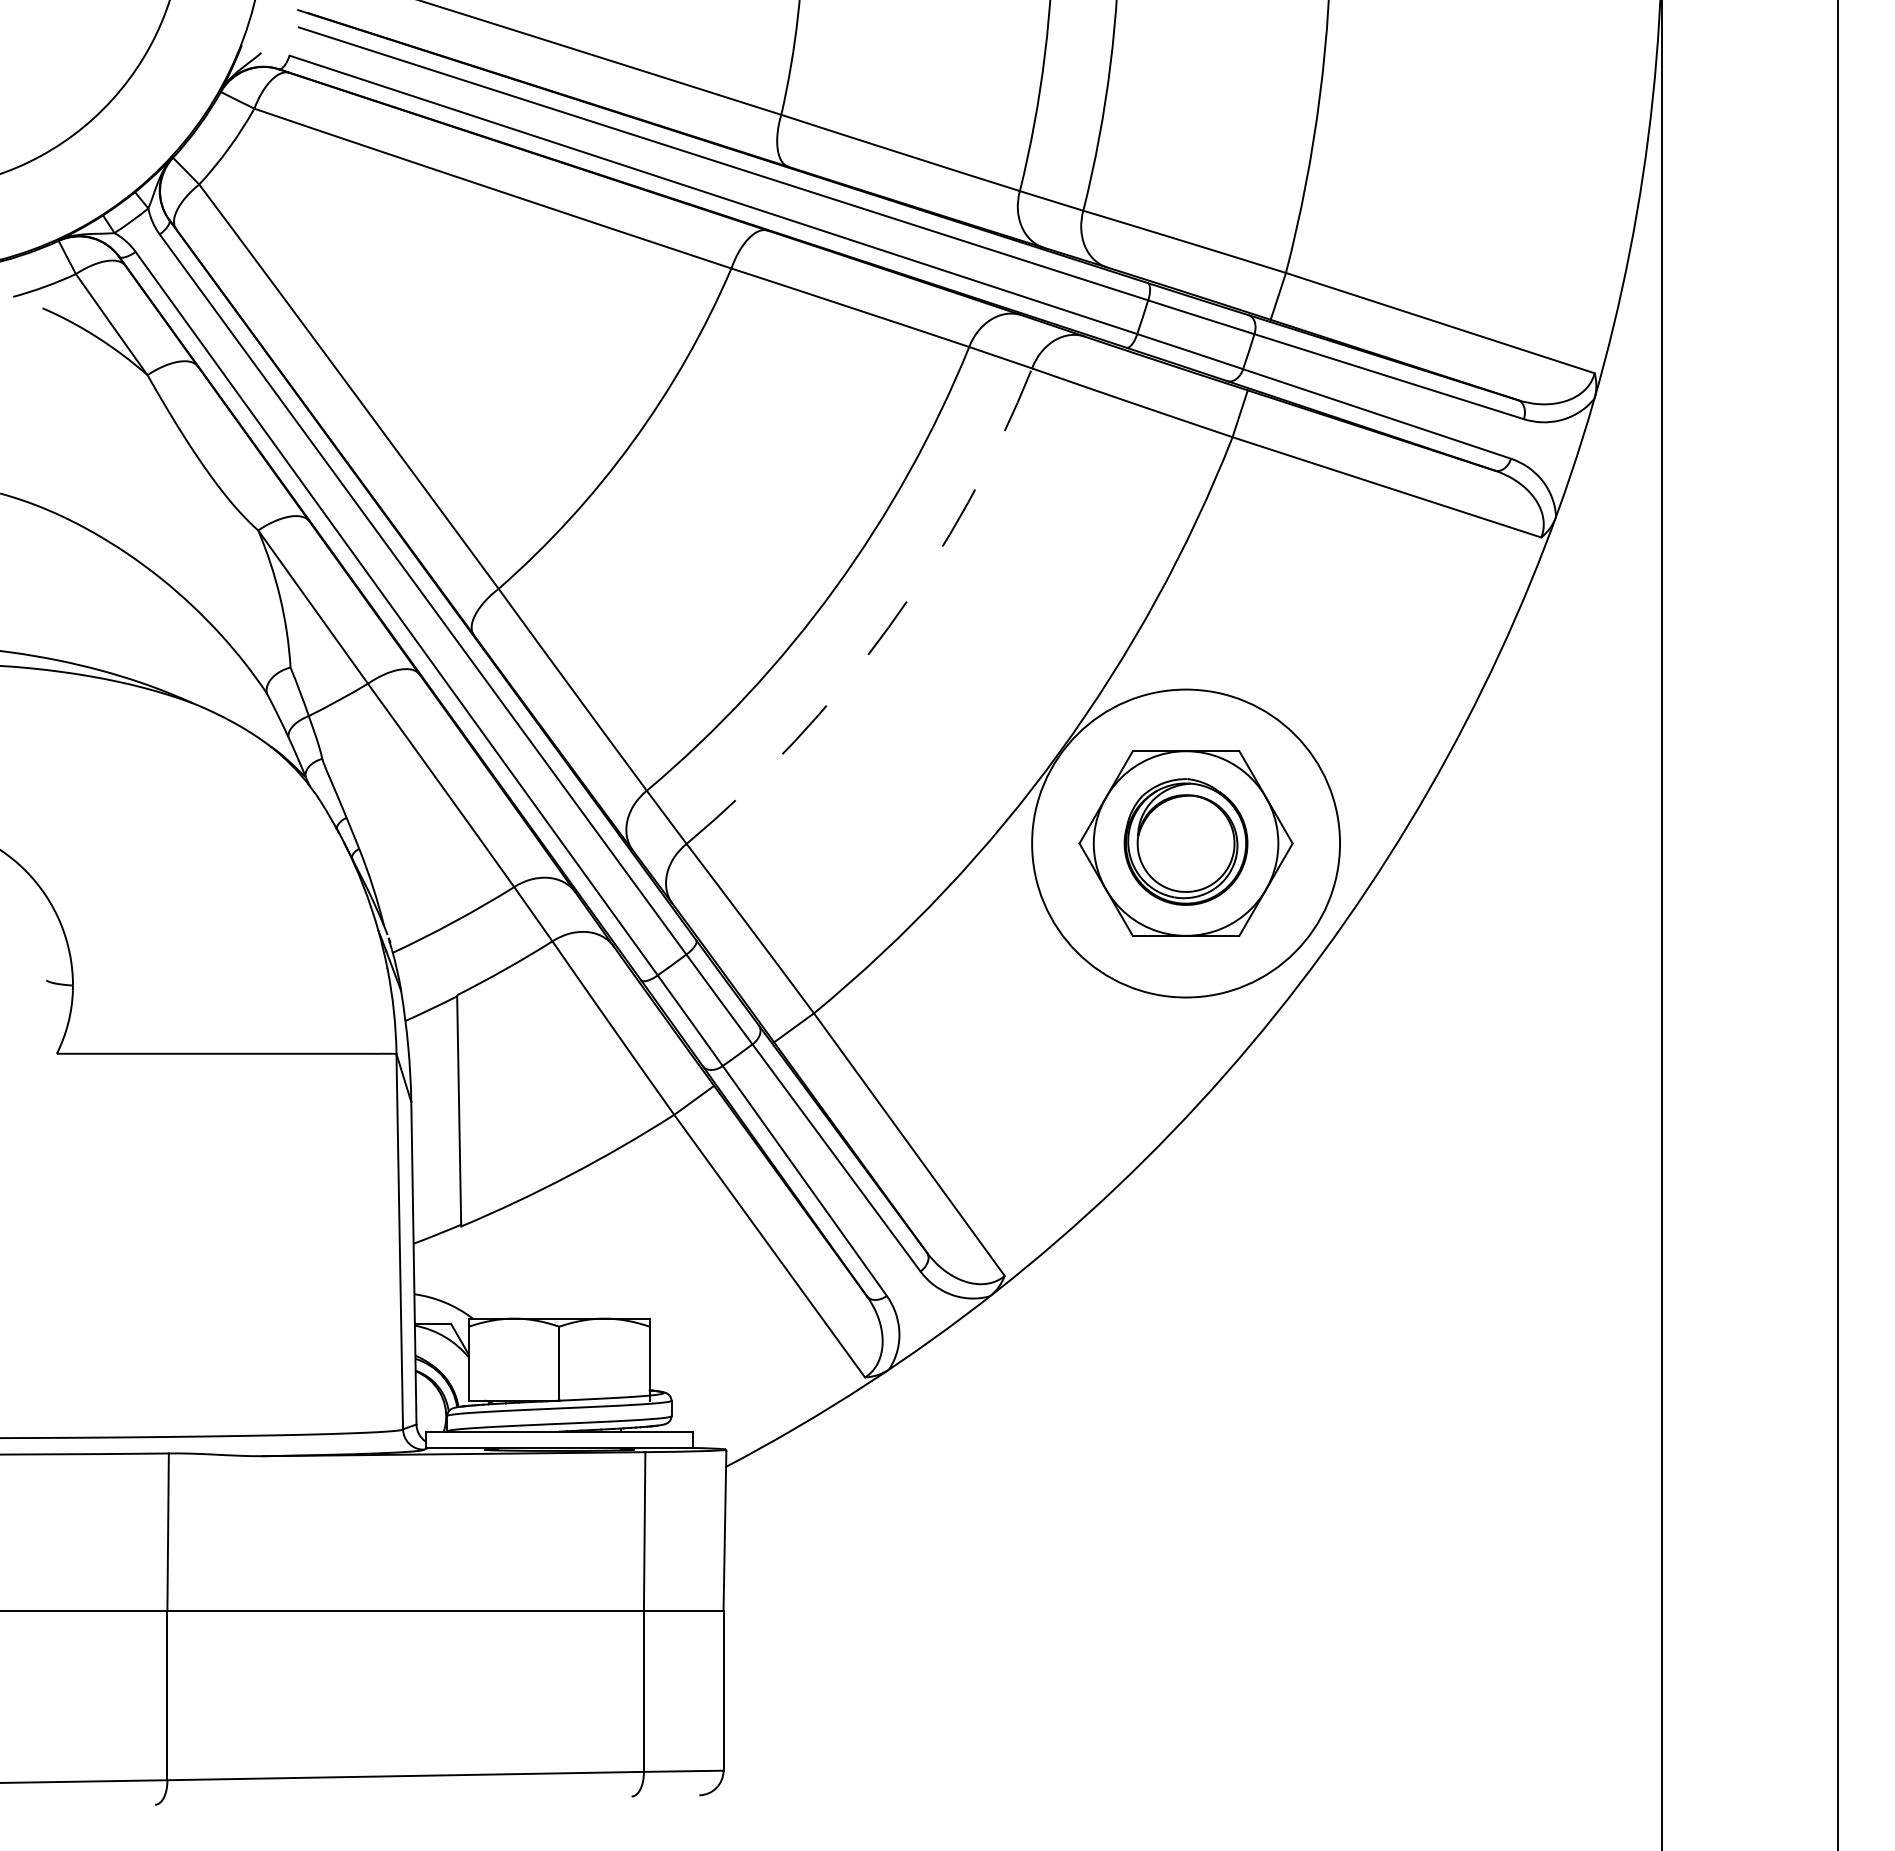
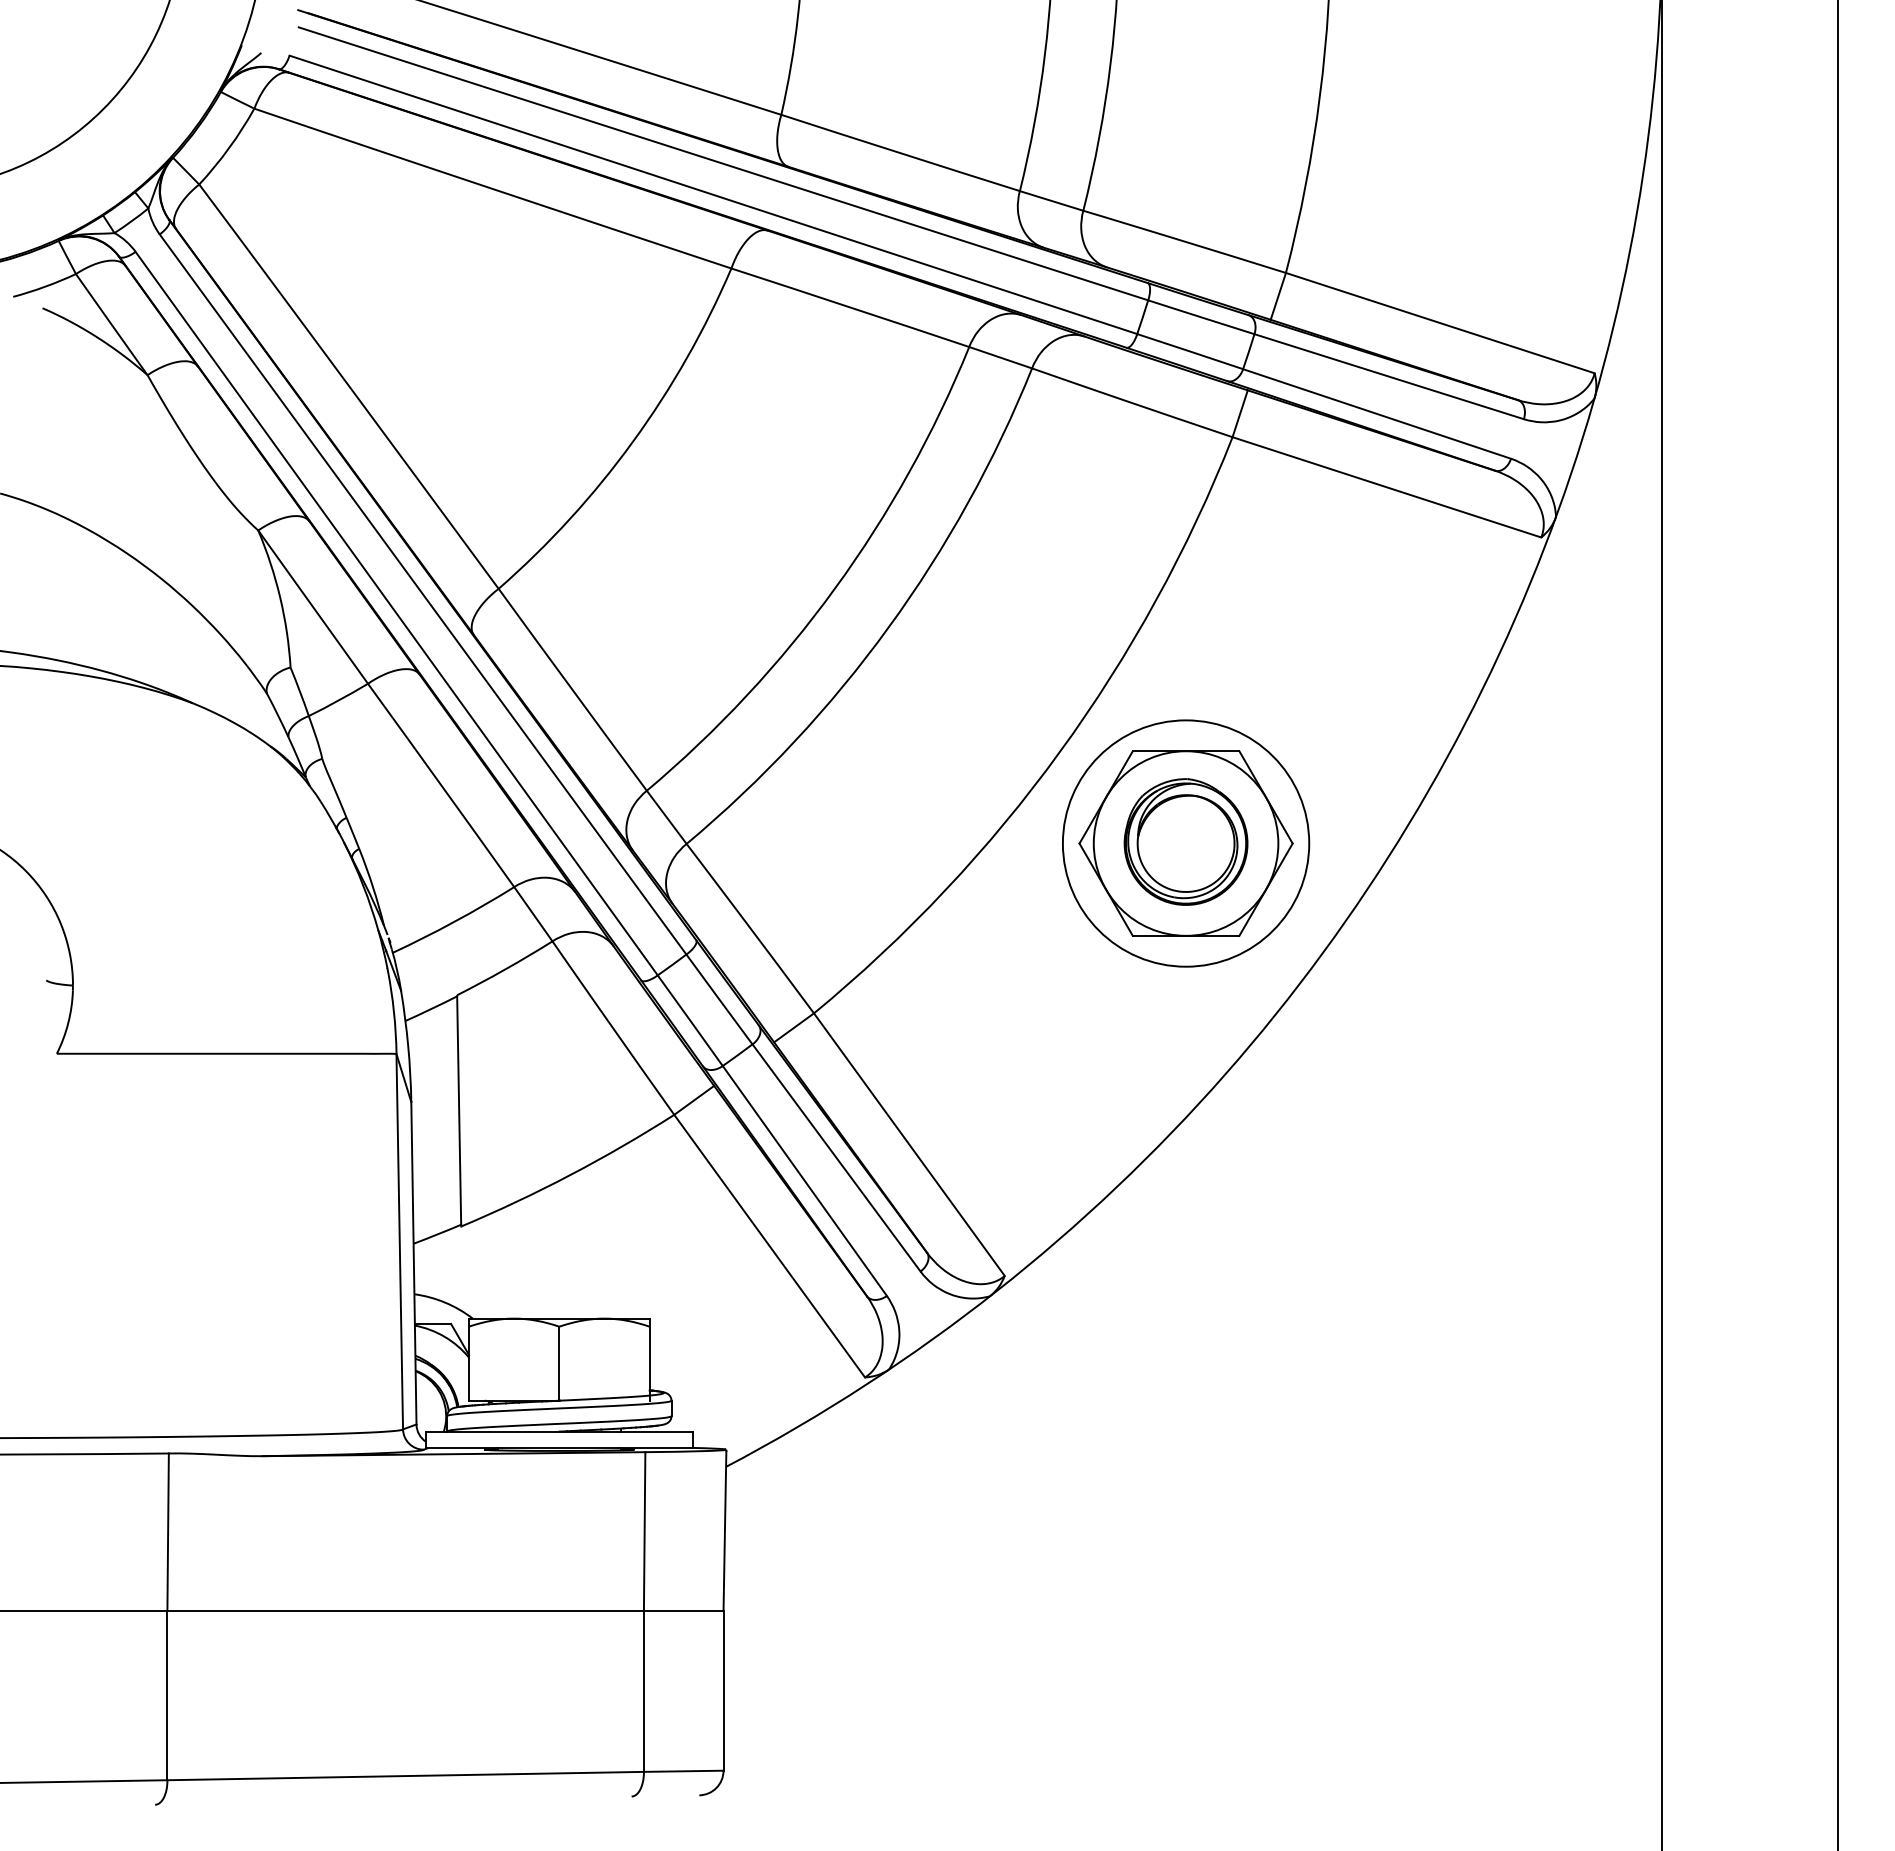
arc at (888, 627): dashed -> solid
circle at (1186, 843) diameter: 308 px -> 246 px
